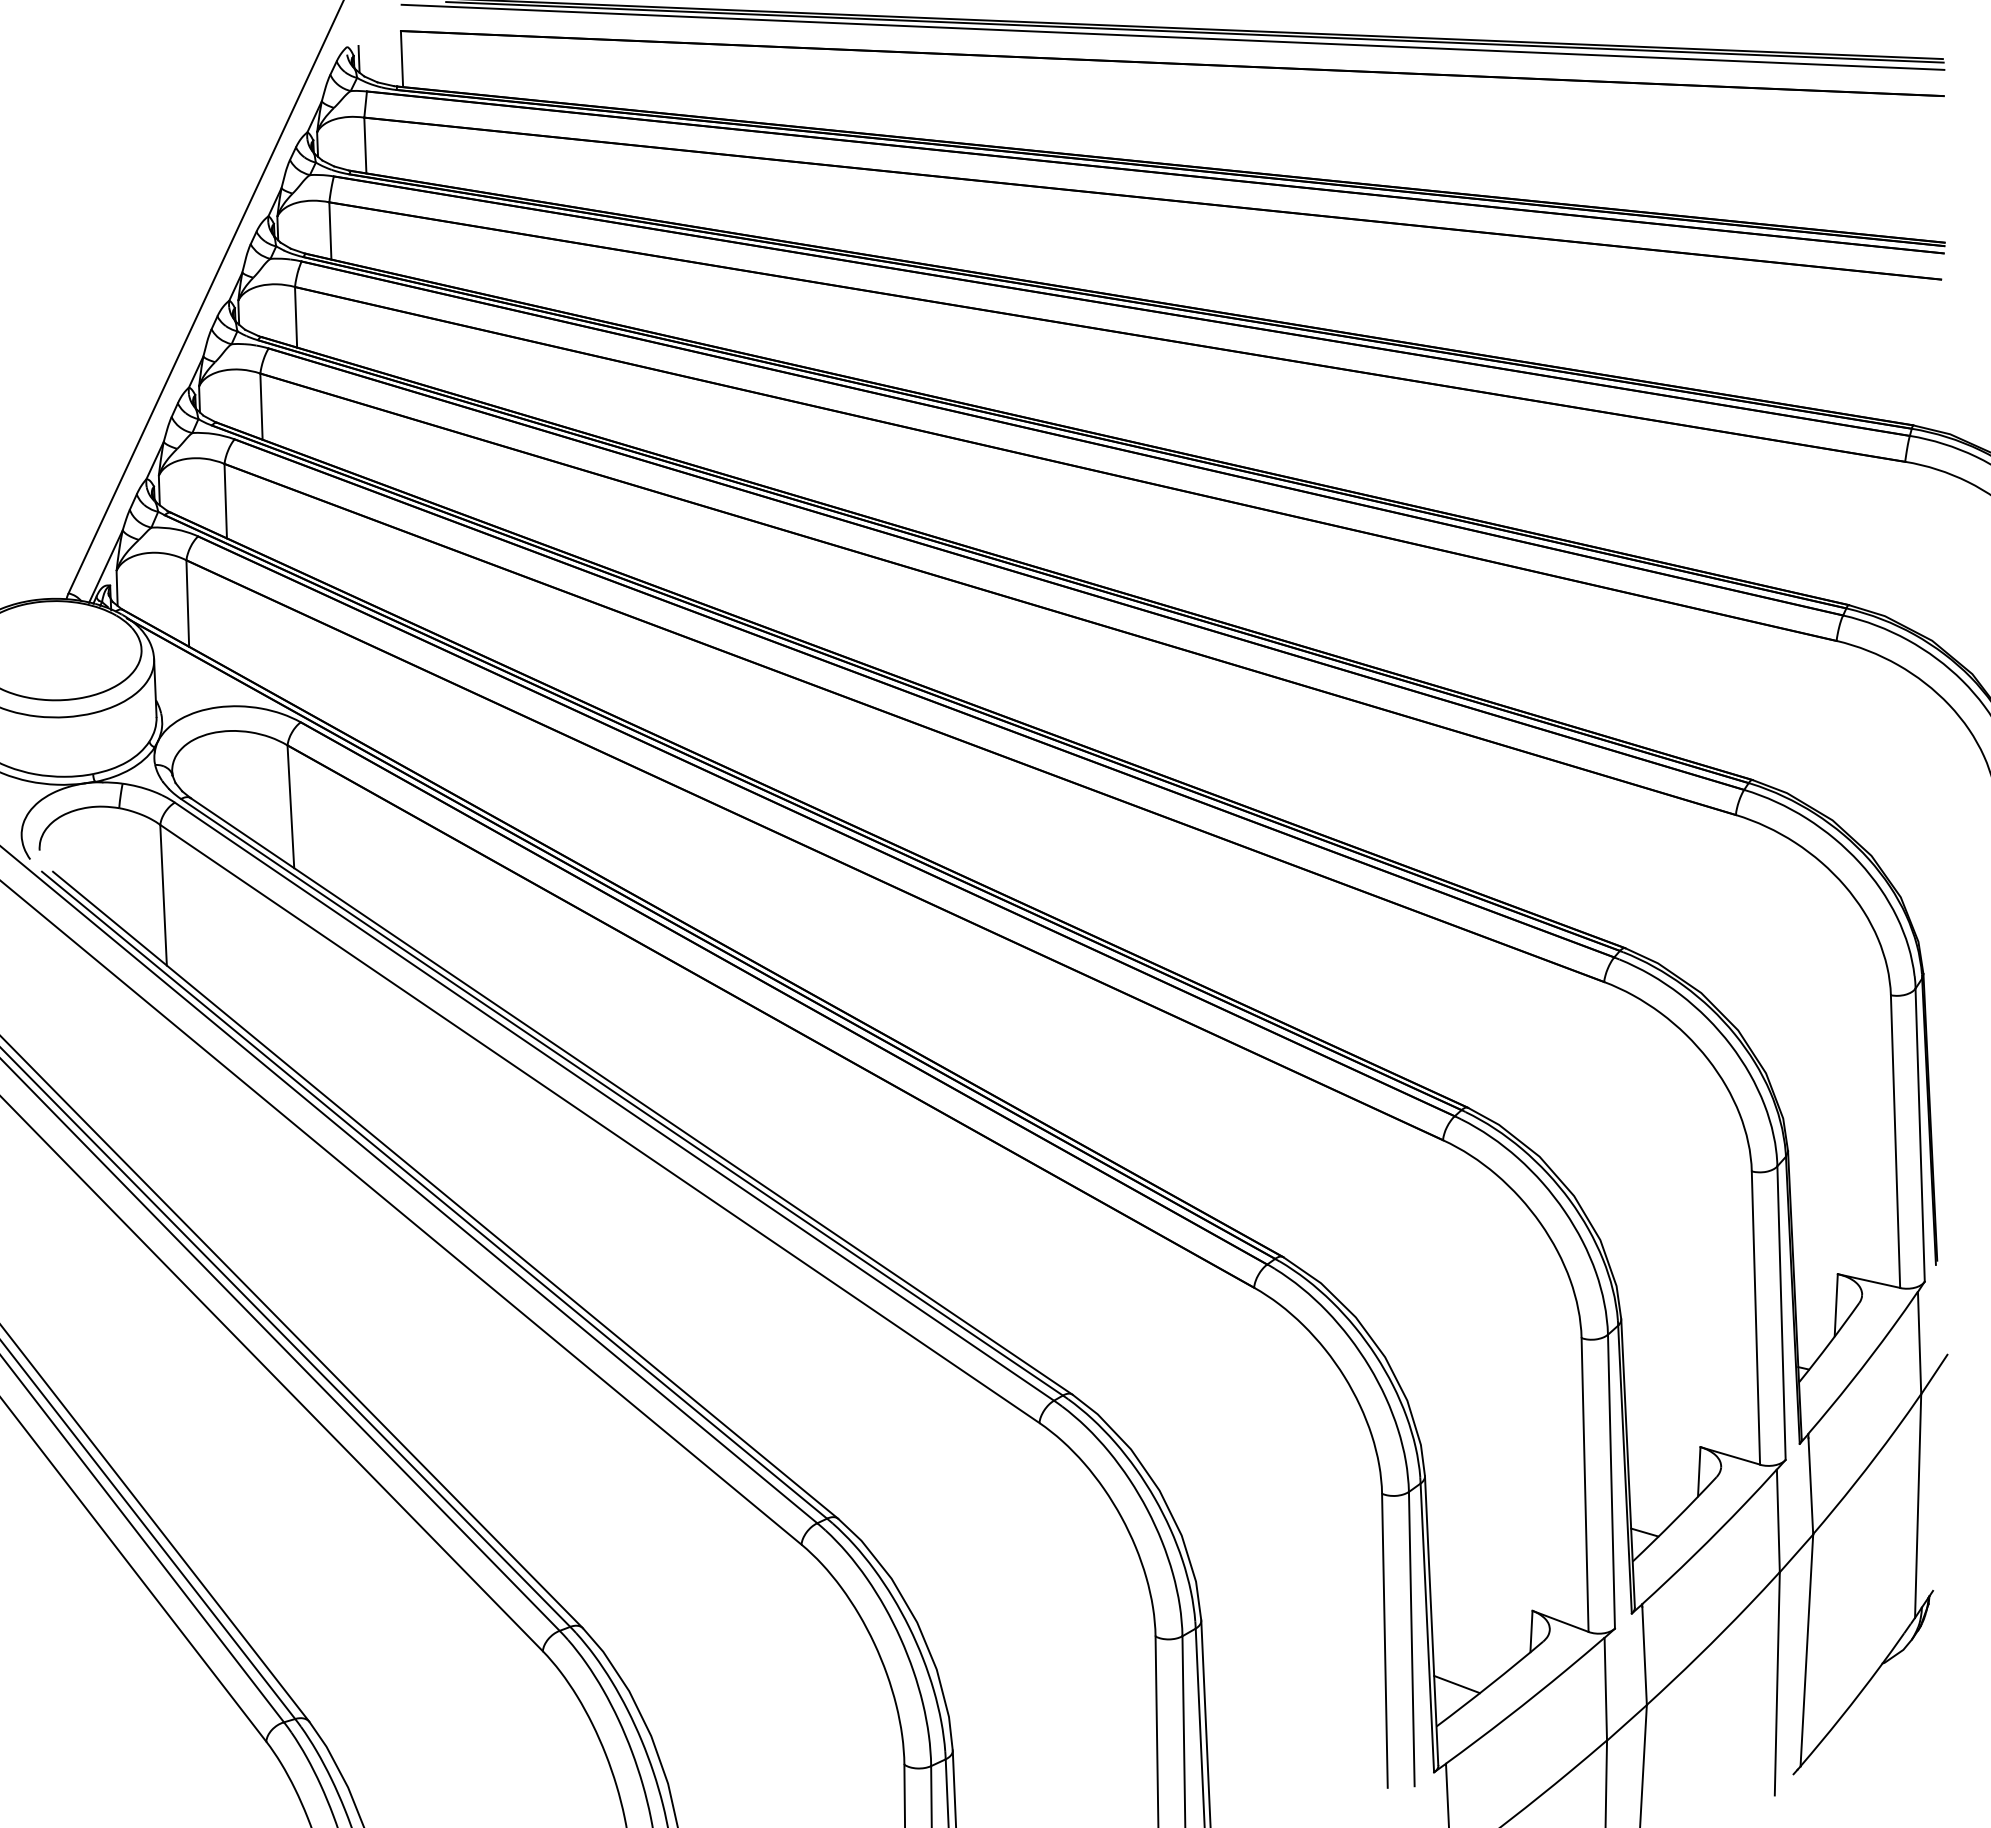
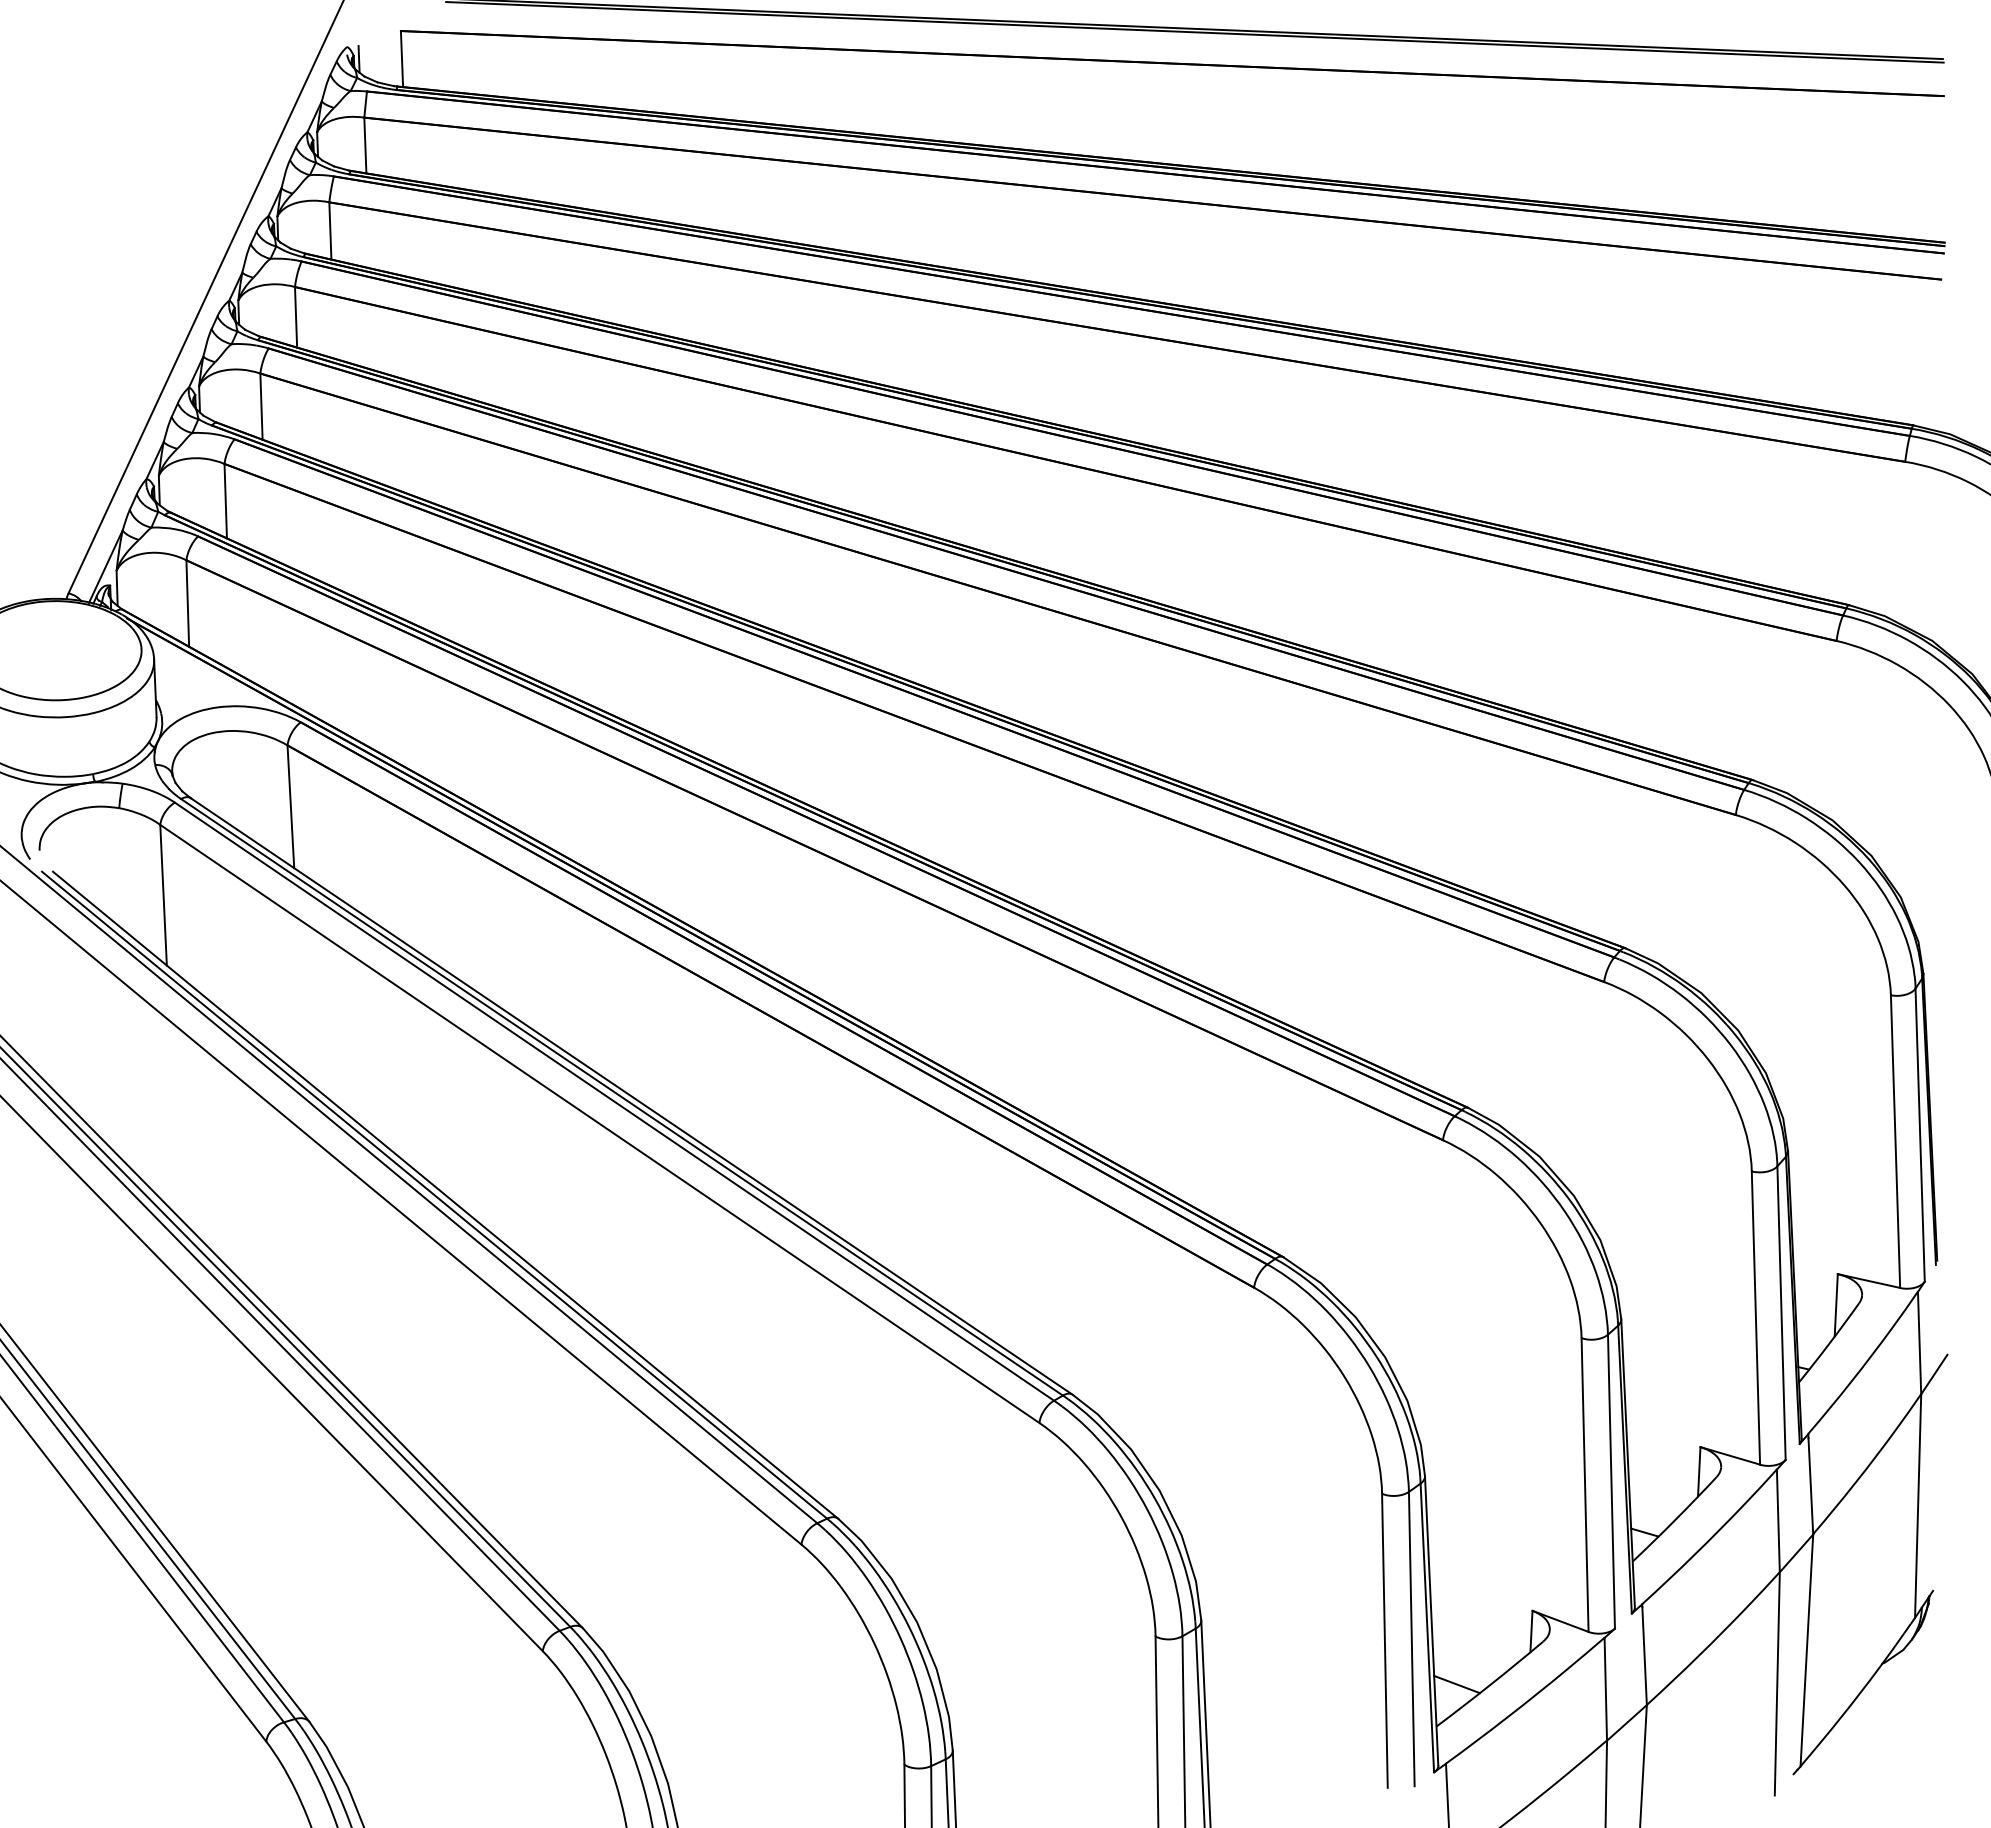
line at (1172, 36): present -> none
